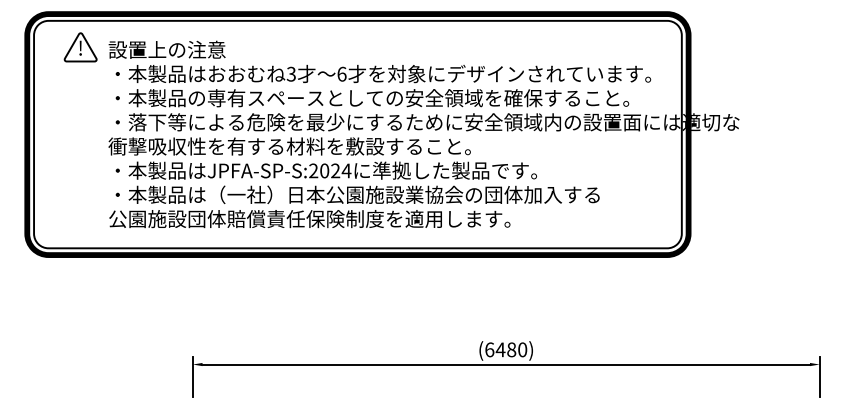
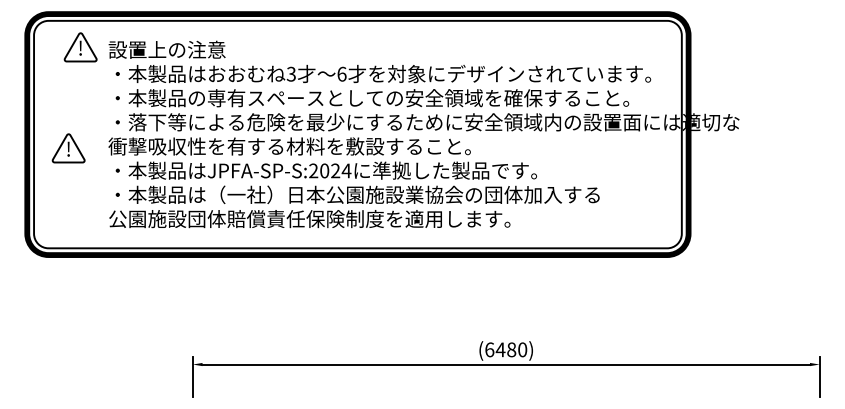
part at (68, 148): none -> present
